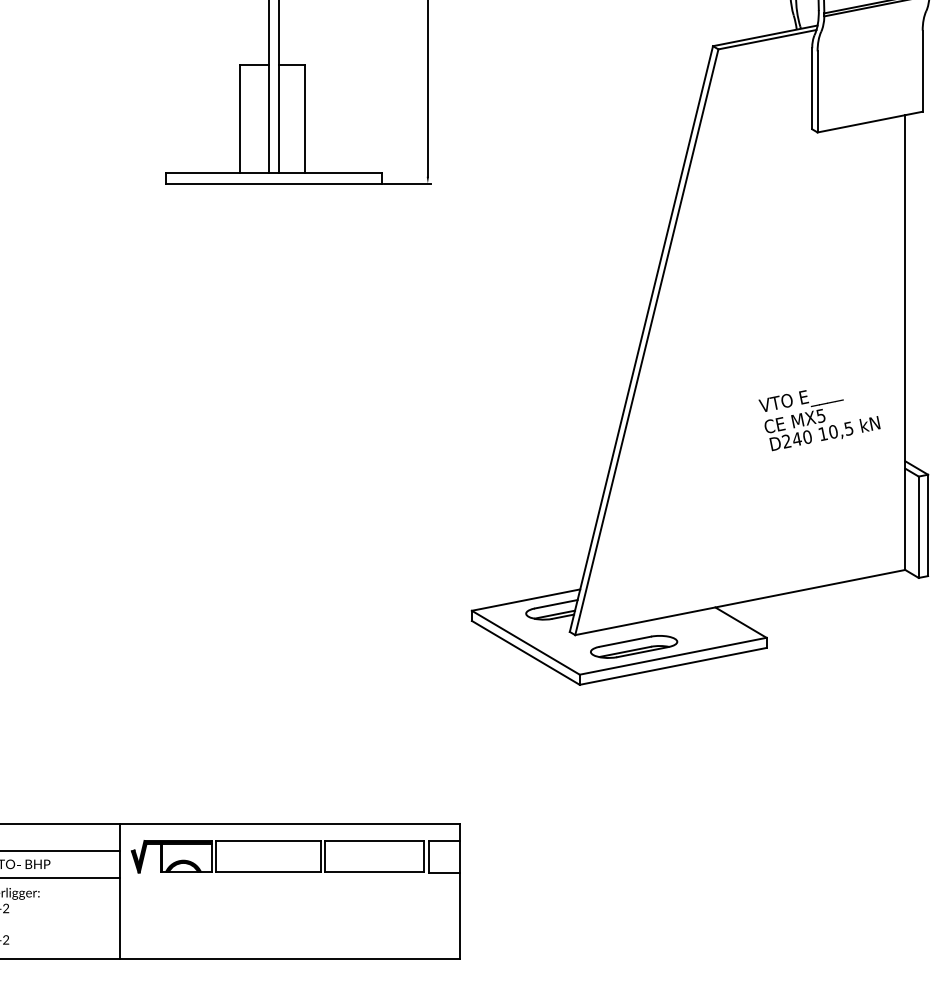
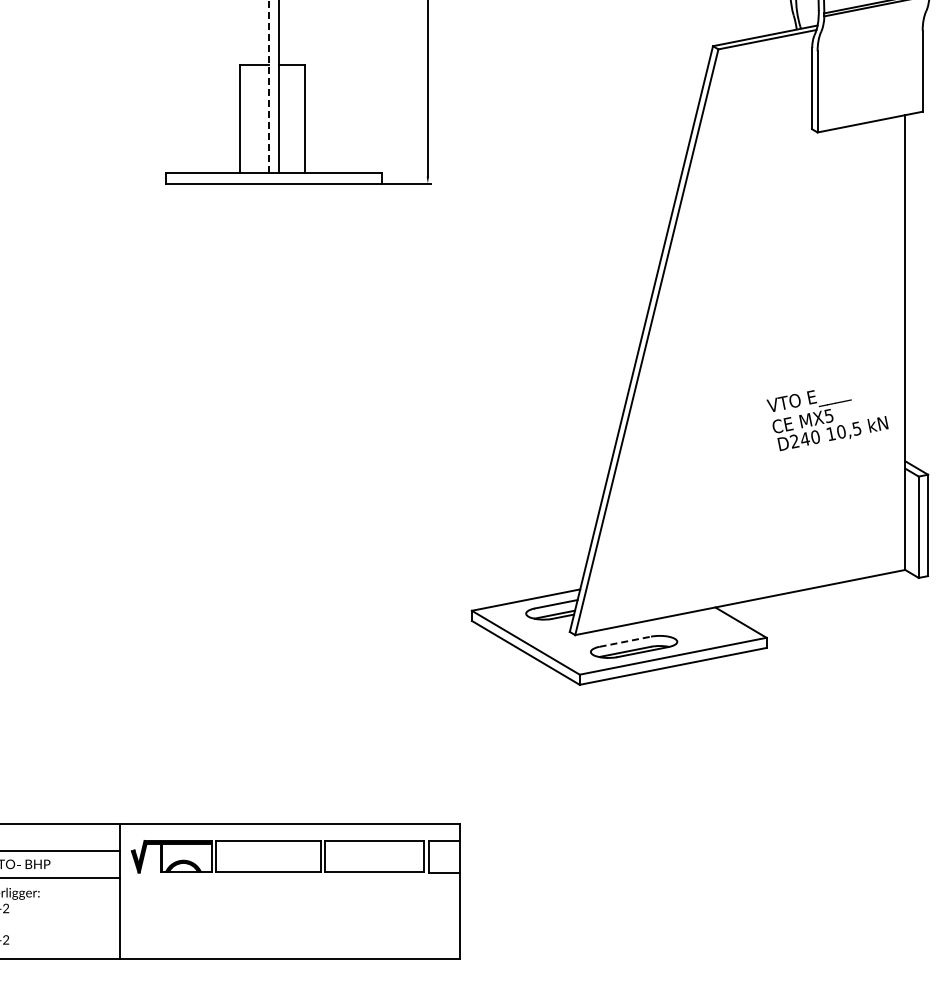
line at (268, 86): solid -> dashed
text at (819, 420) position: (819, 420) -> (827, 420)
line at (625, 641): solid -> dashed
